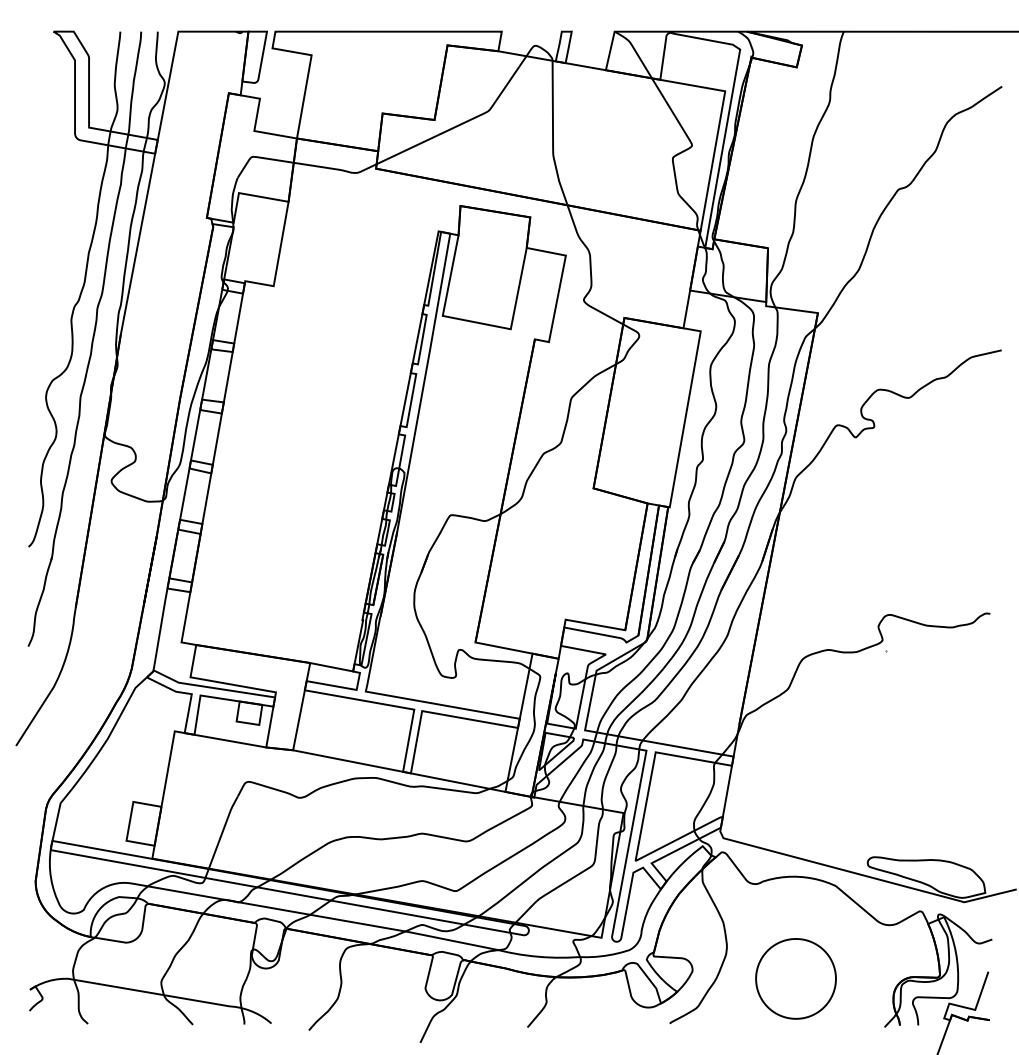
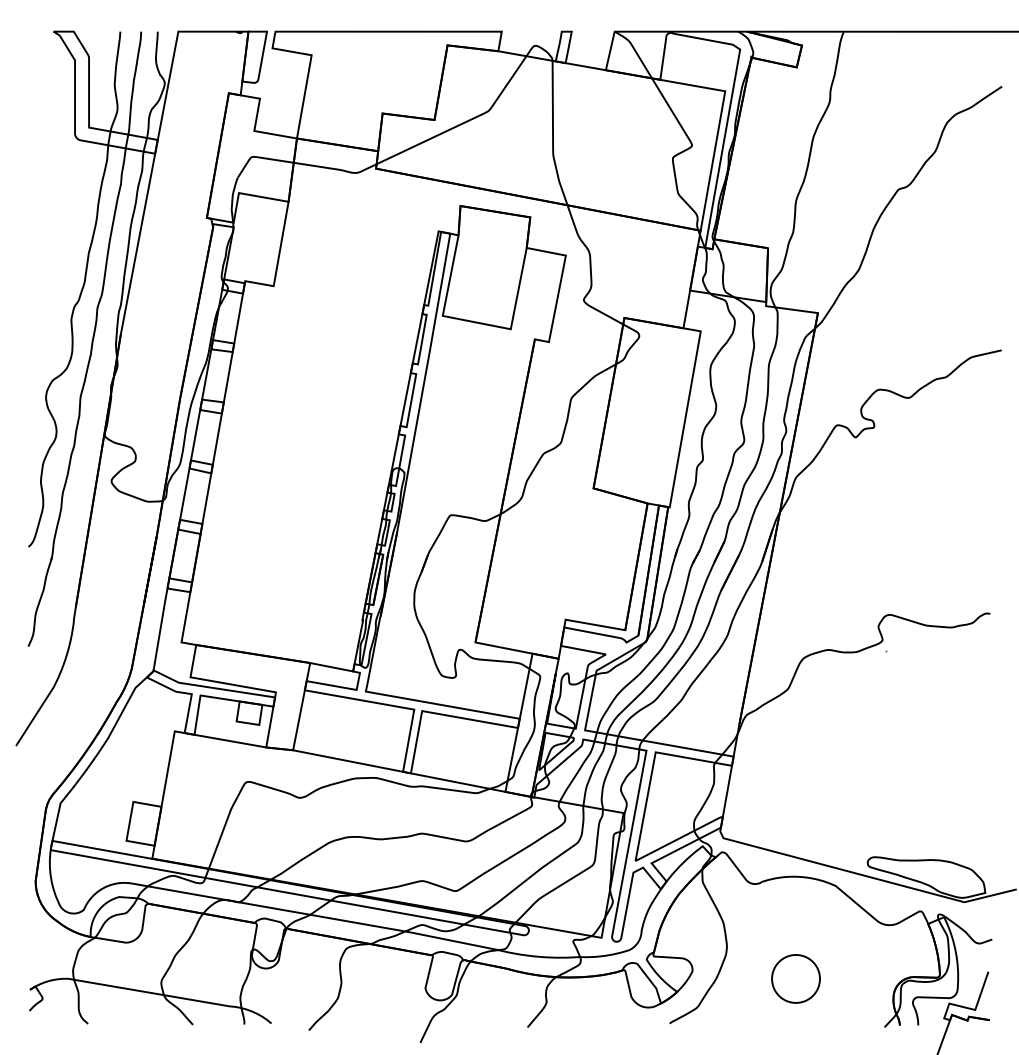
part at (795, 978) size: 82x82 px -> 50x50 px
